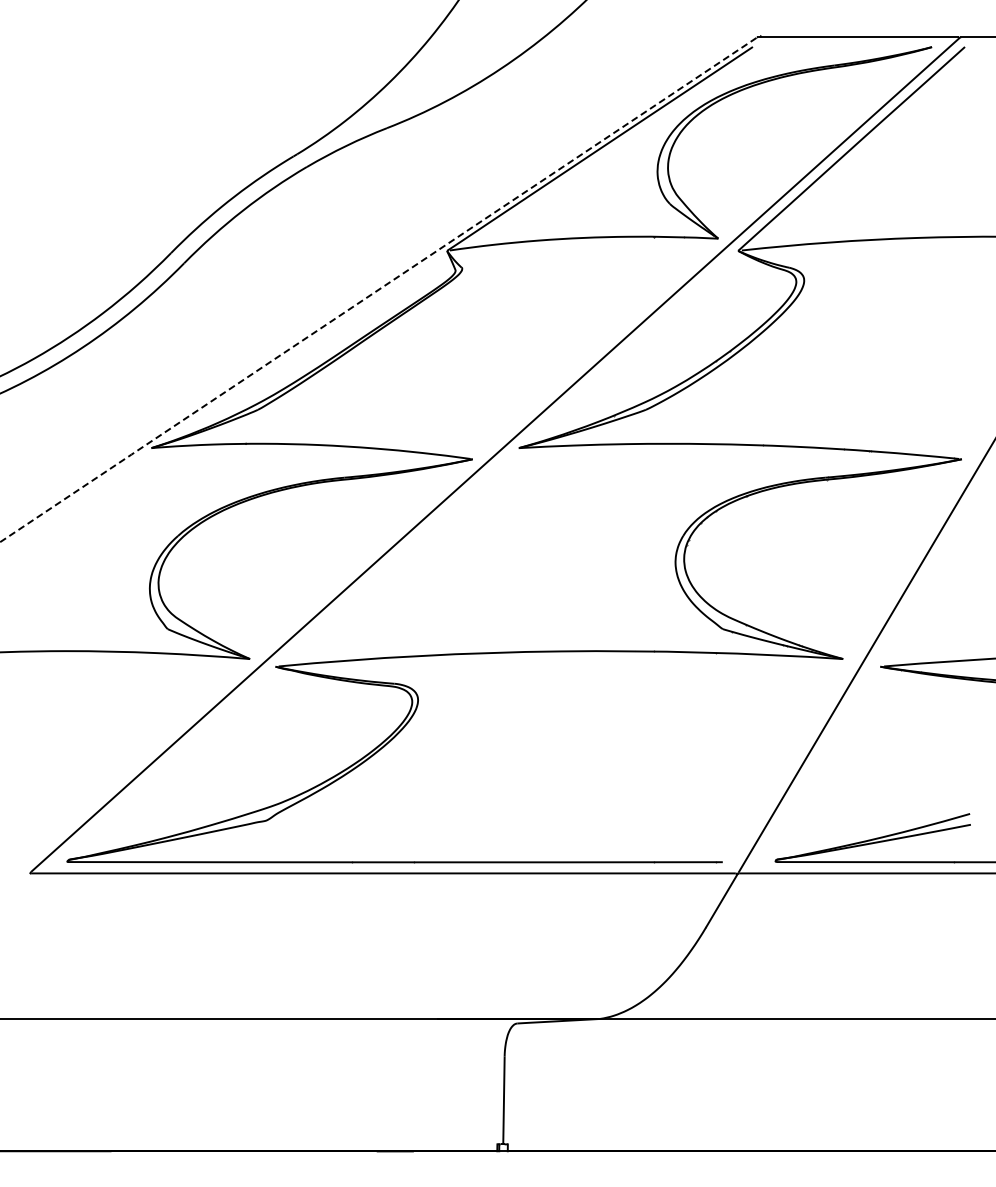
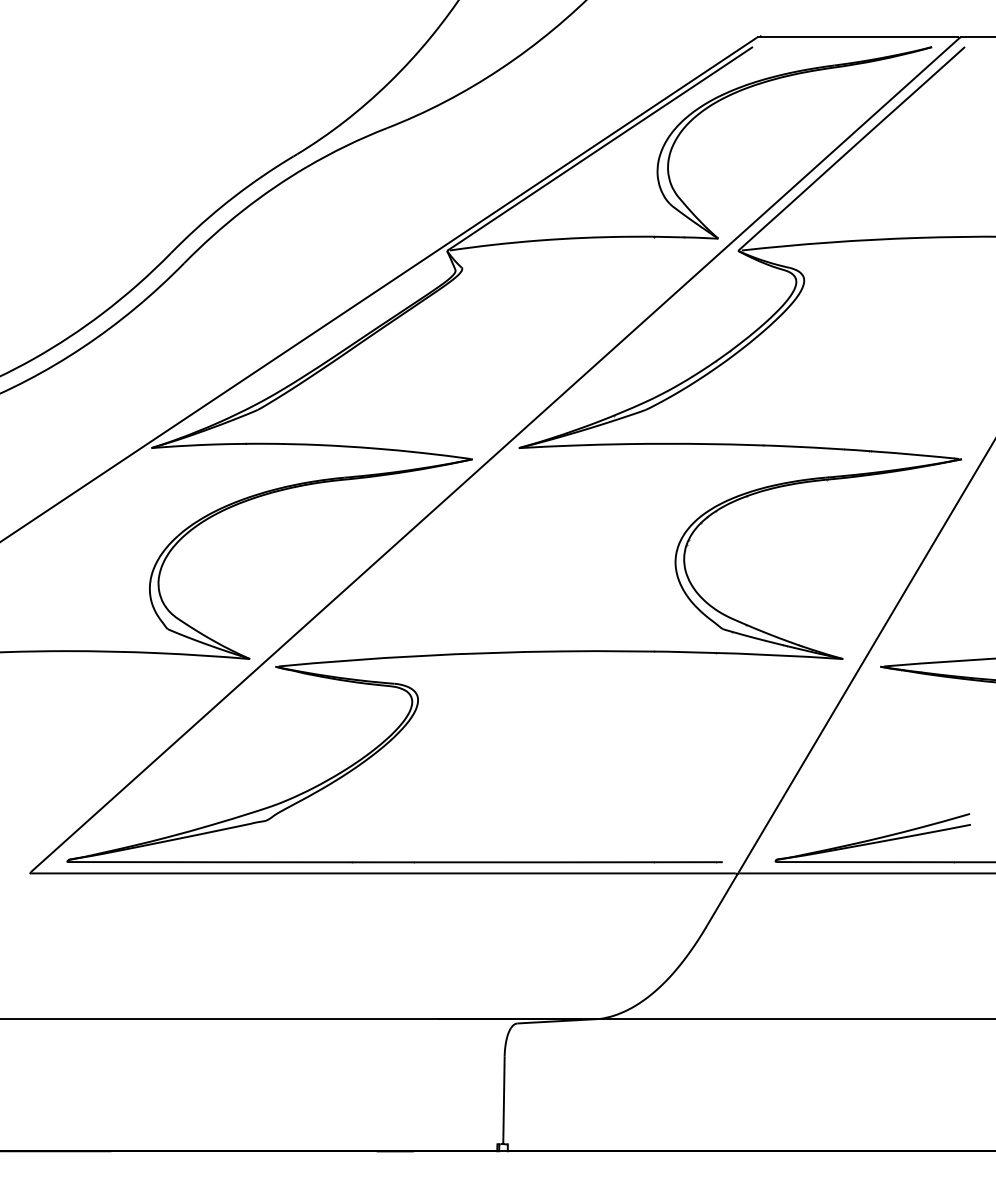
line at (378, 289): dashed -> solid
